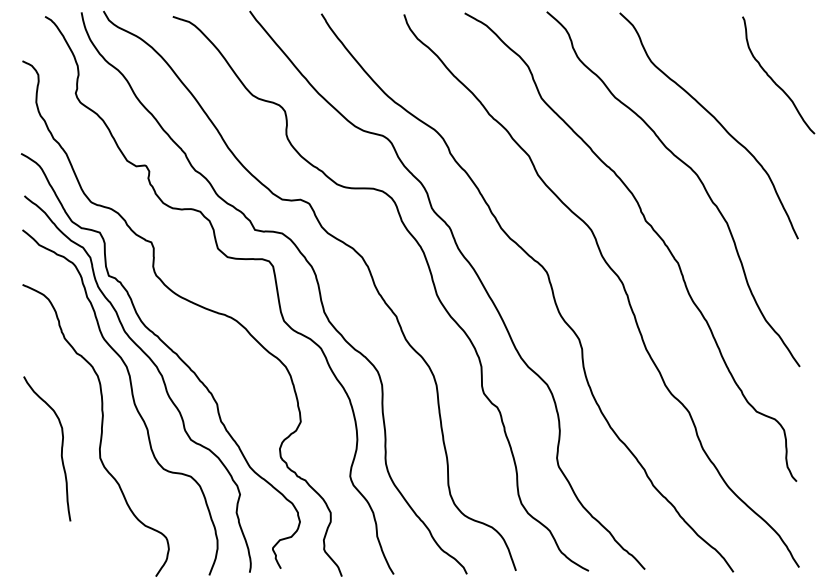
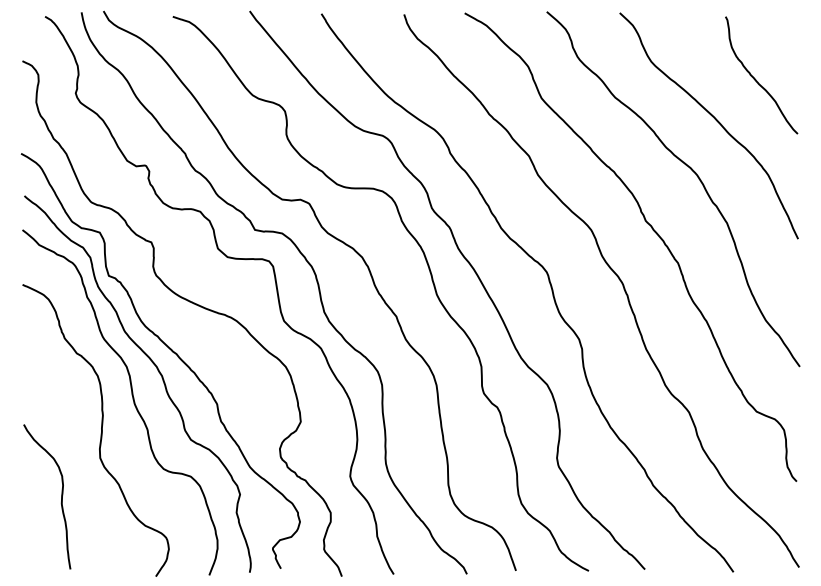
curve at (773, 79) position: (773, 79) -> (756, 79)
curve at (61, 448) position: (61, 448) -> (61, 496)
